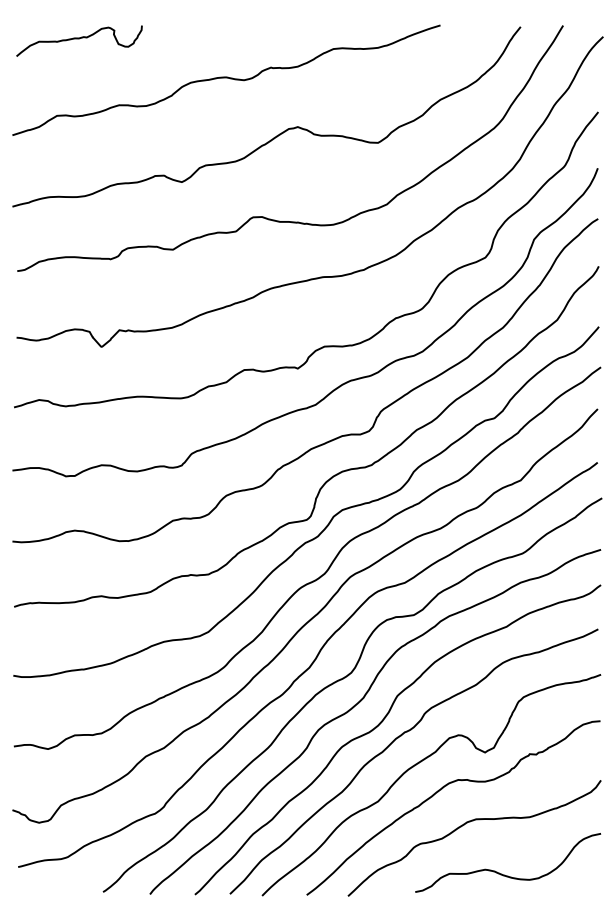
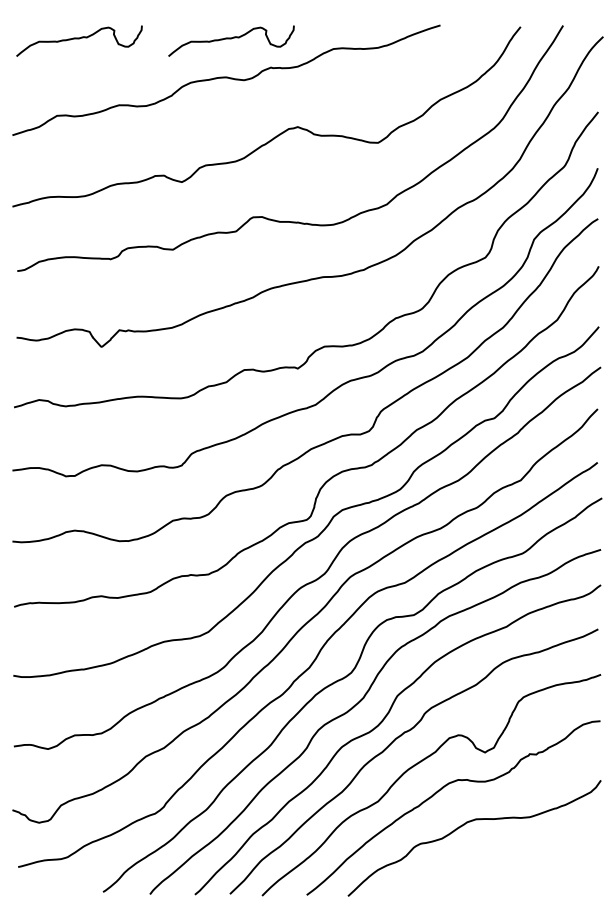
curve at (231, 39): none -> present
curve at (504, 874): present -> none
